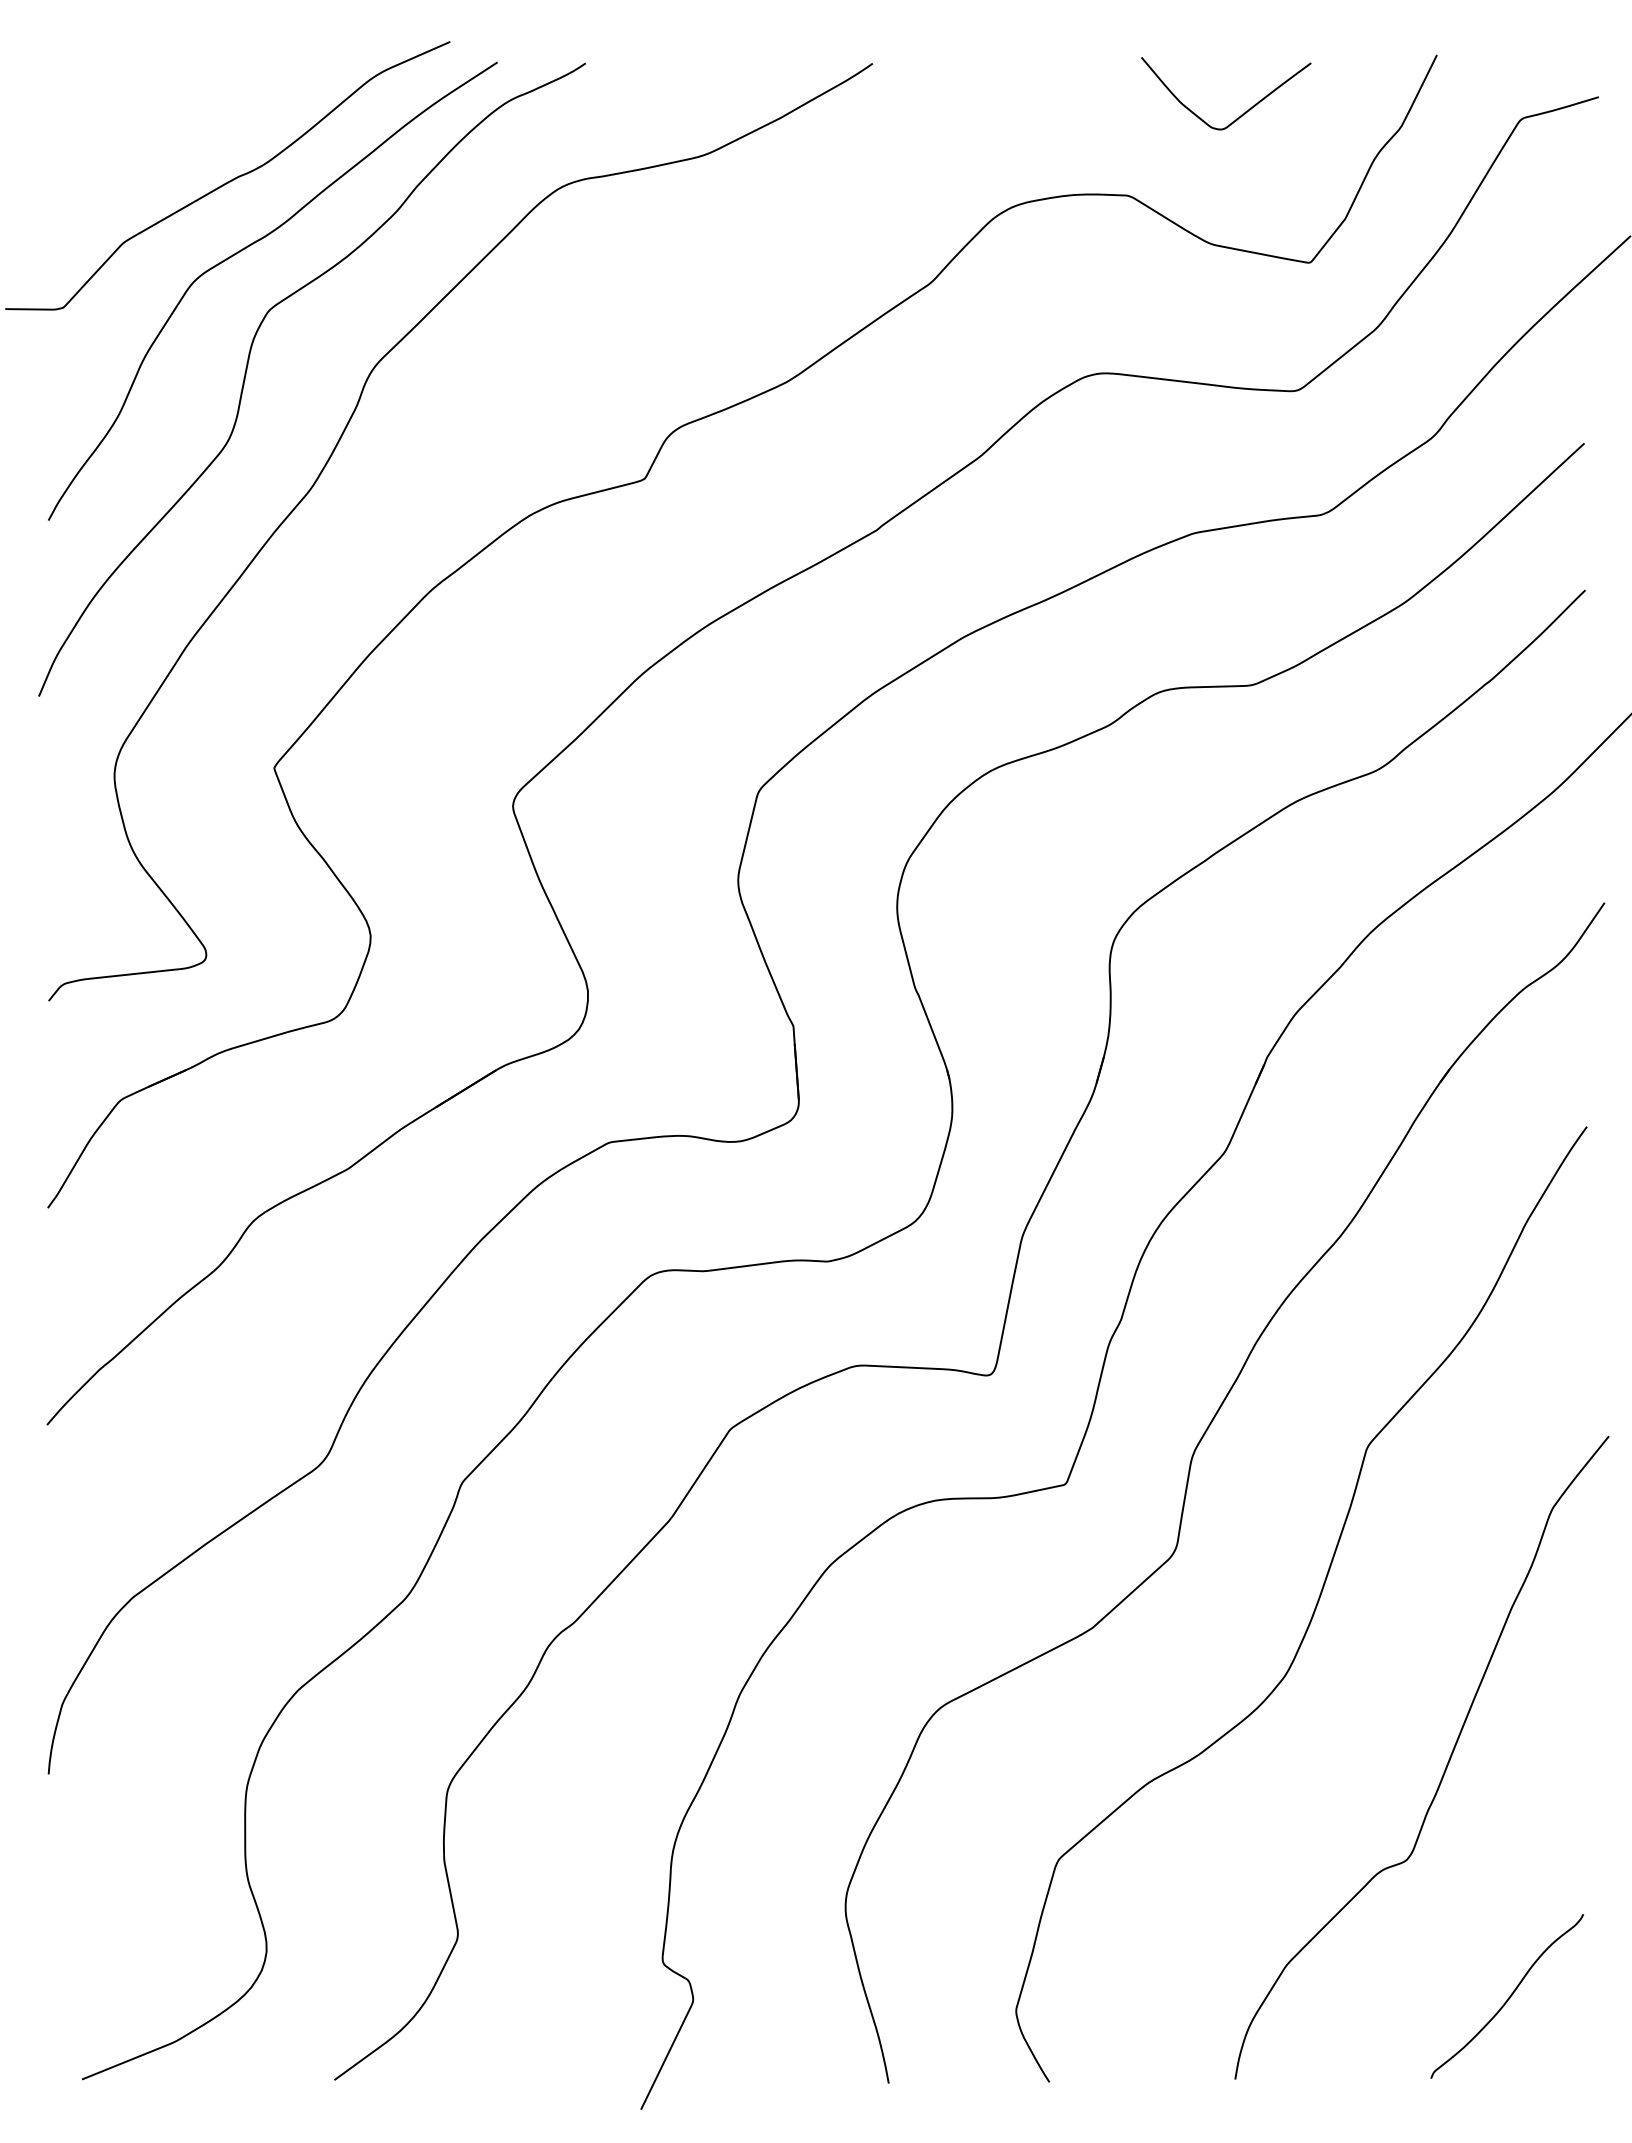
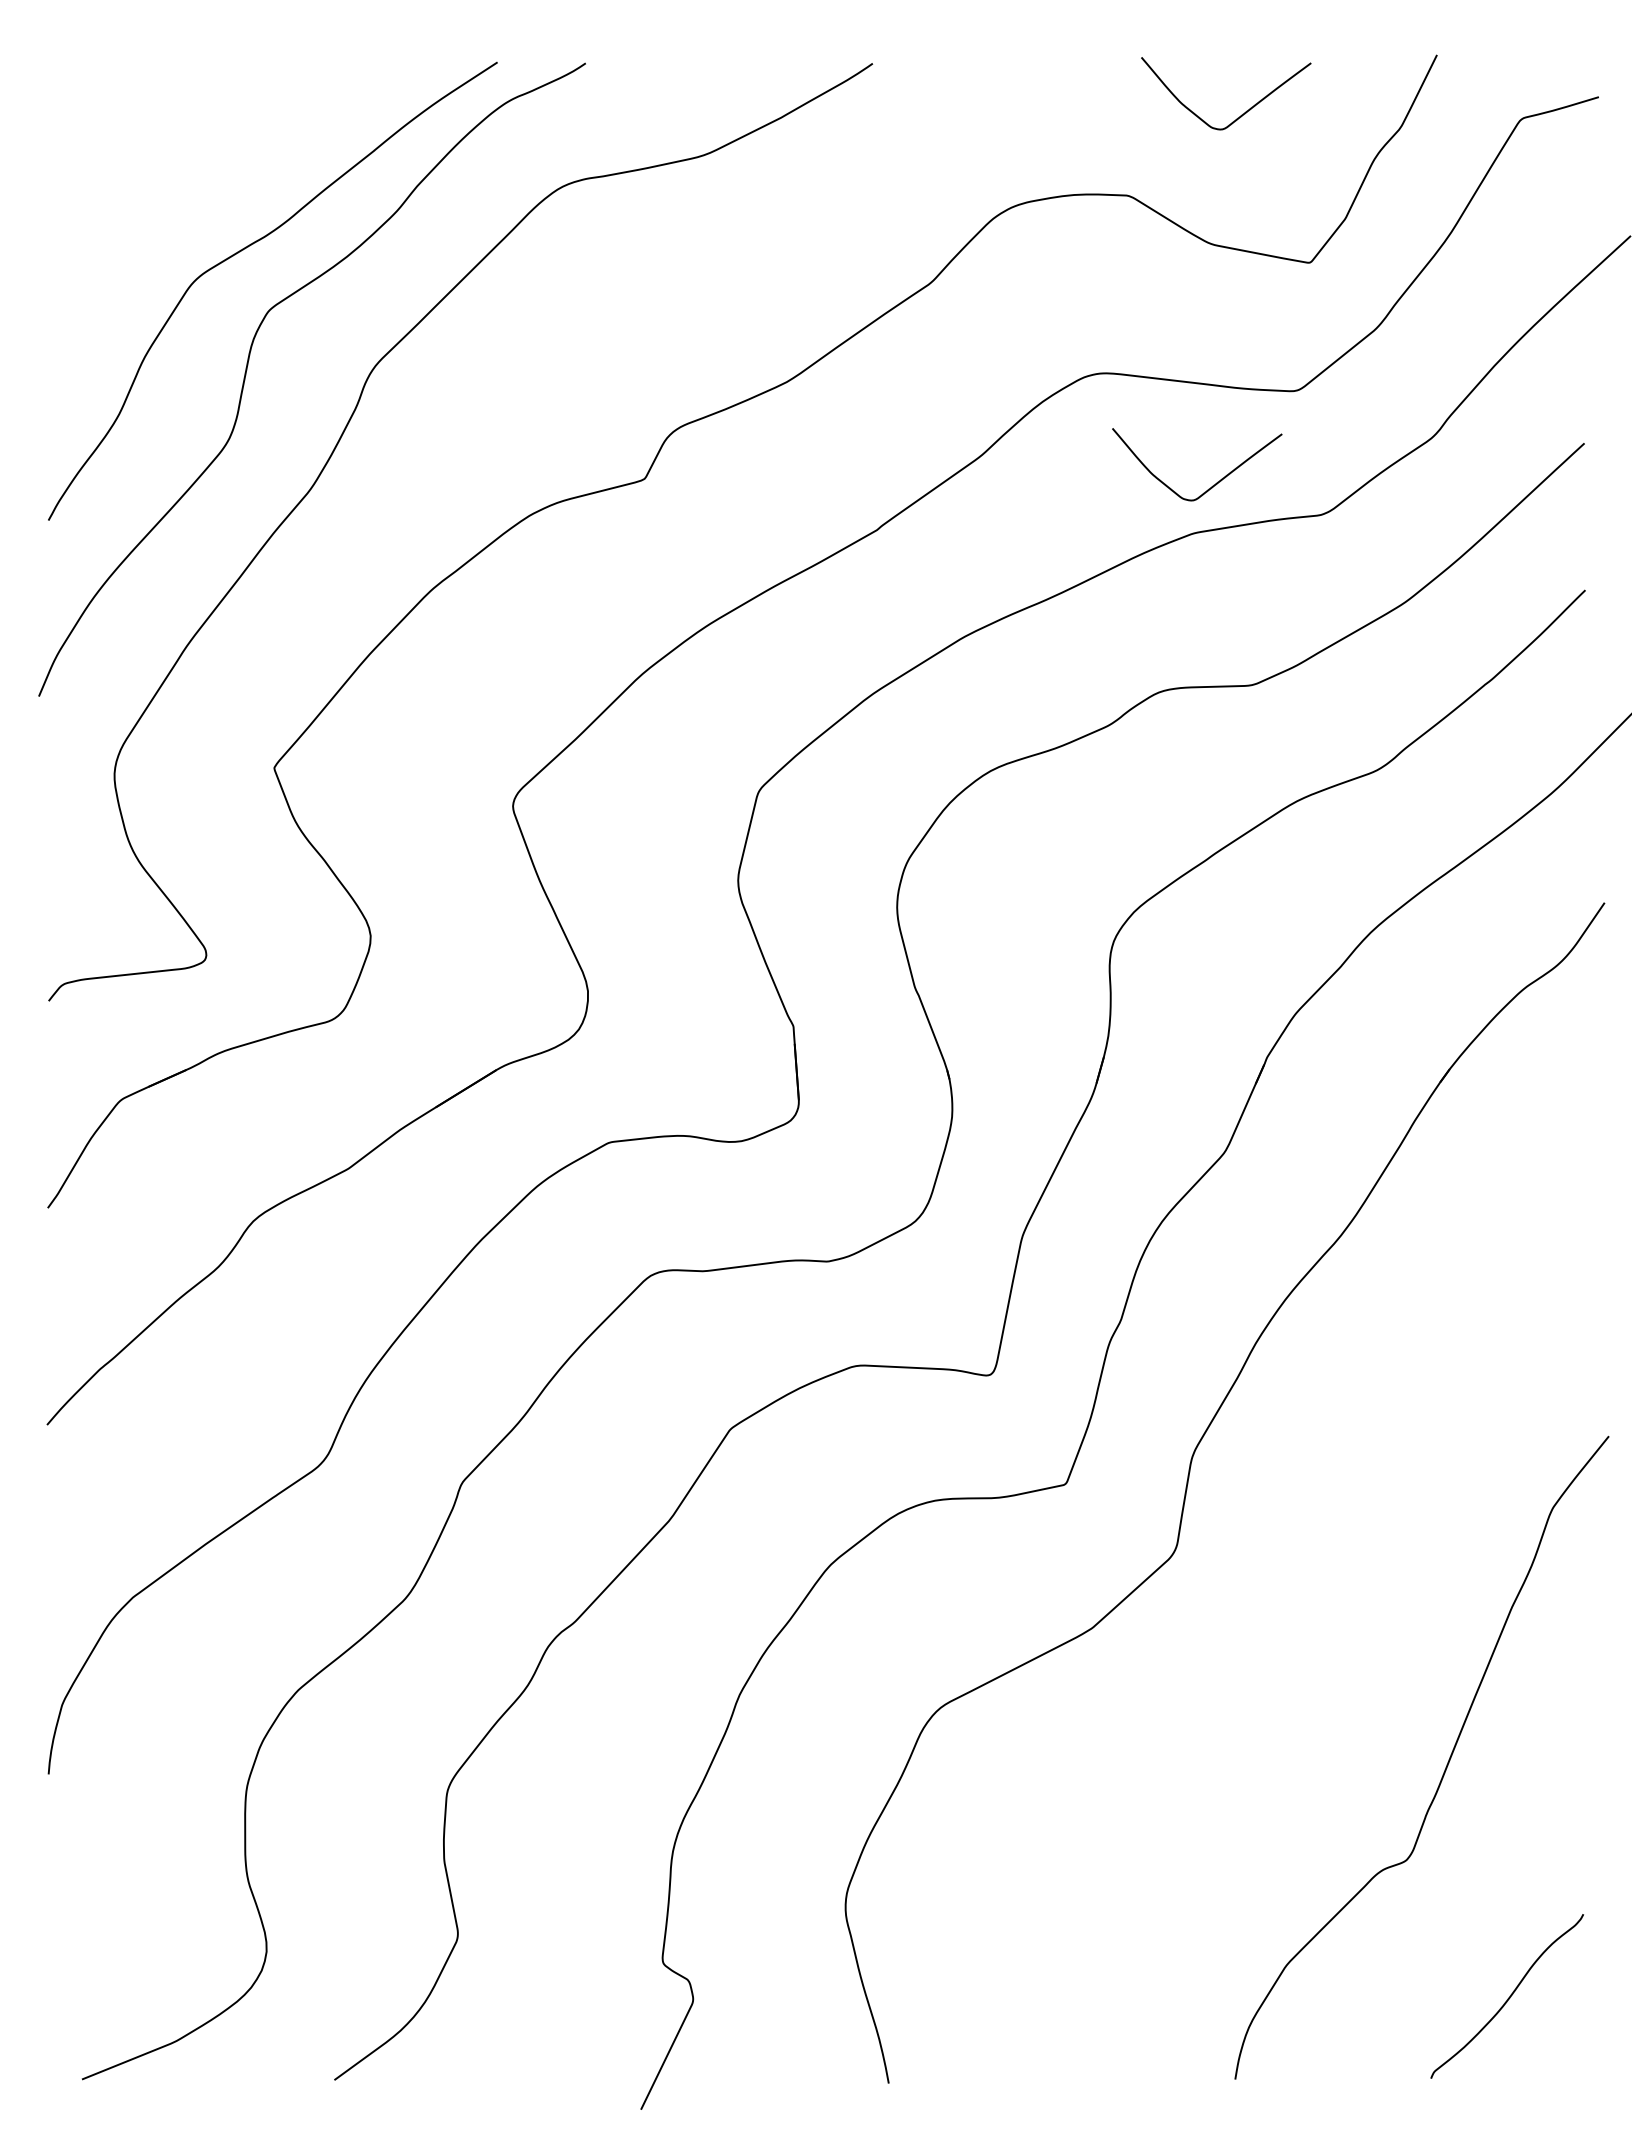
curve at (229, 180): present -> none
curve at (1212, 485): none -> present
curve at (1313, 1610): present -> none
